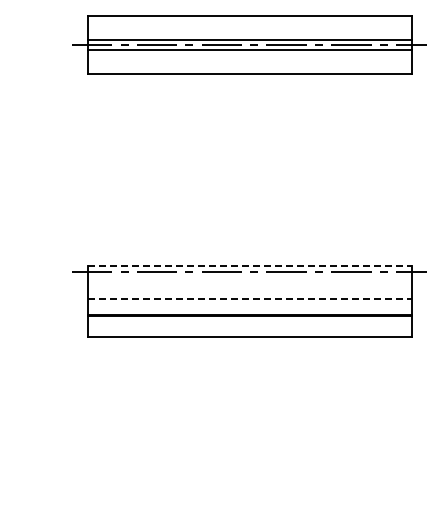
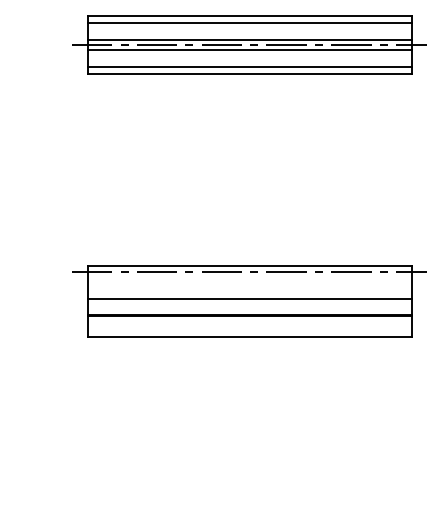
line at (250, 22): none -> present
line at (250, 67): none -> present
line at (250, 265): dashed -> solid
line at (250, 299): dashed -> solid
